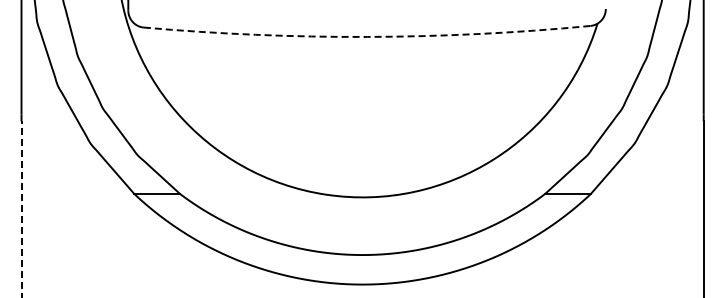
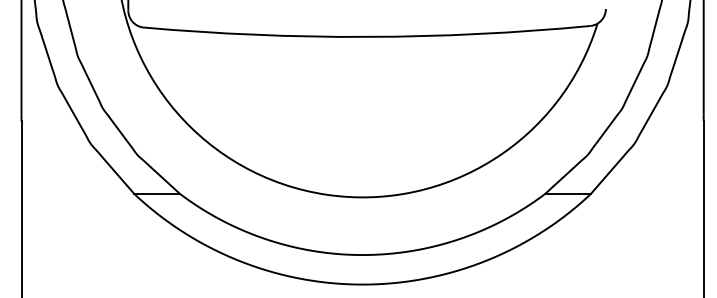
arc at (367, 36): dashed -> solid
line at (21, 209): dashed -> solid
